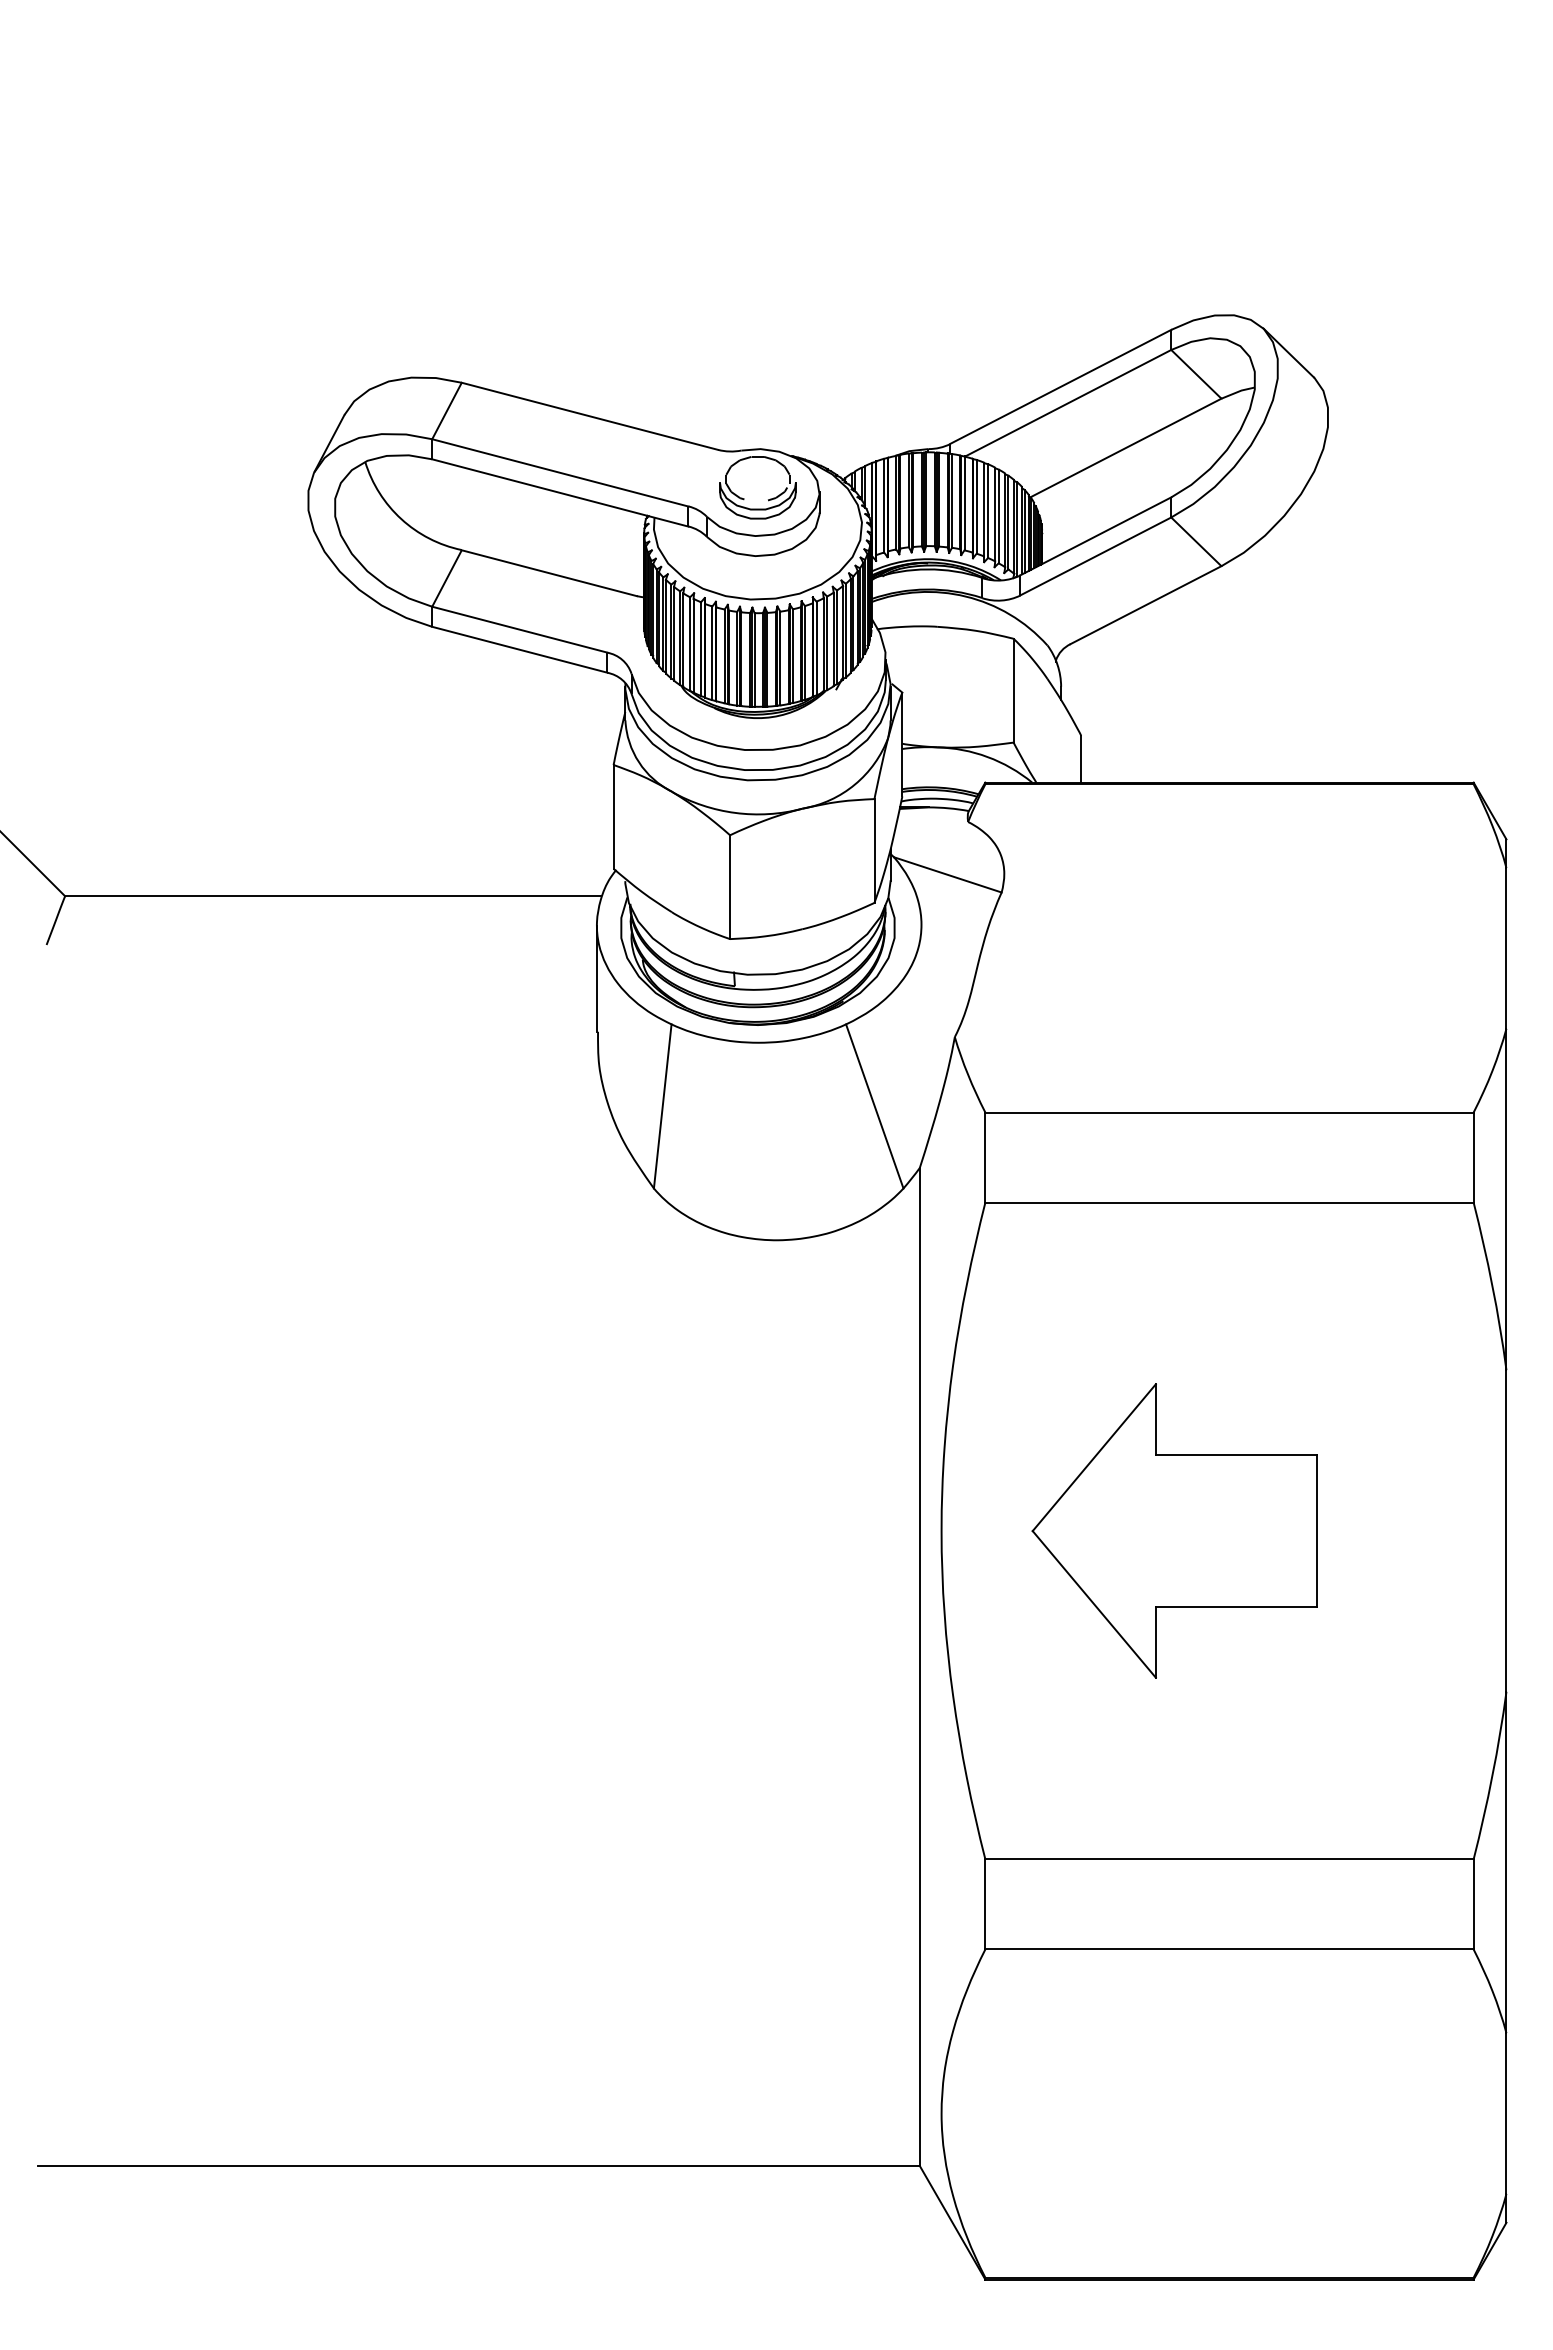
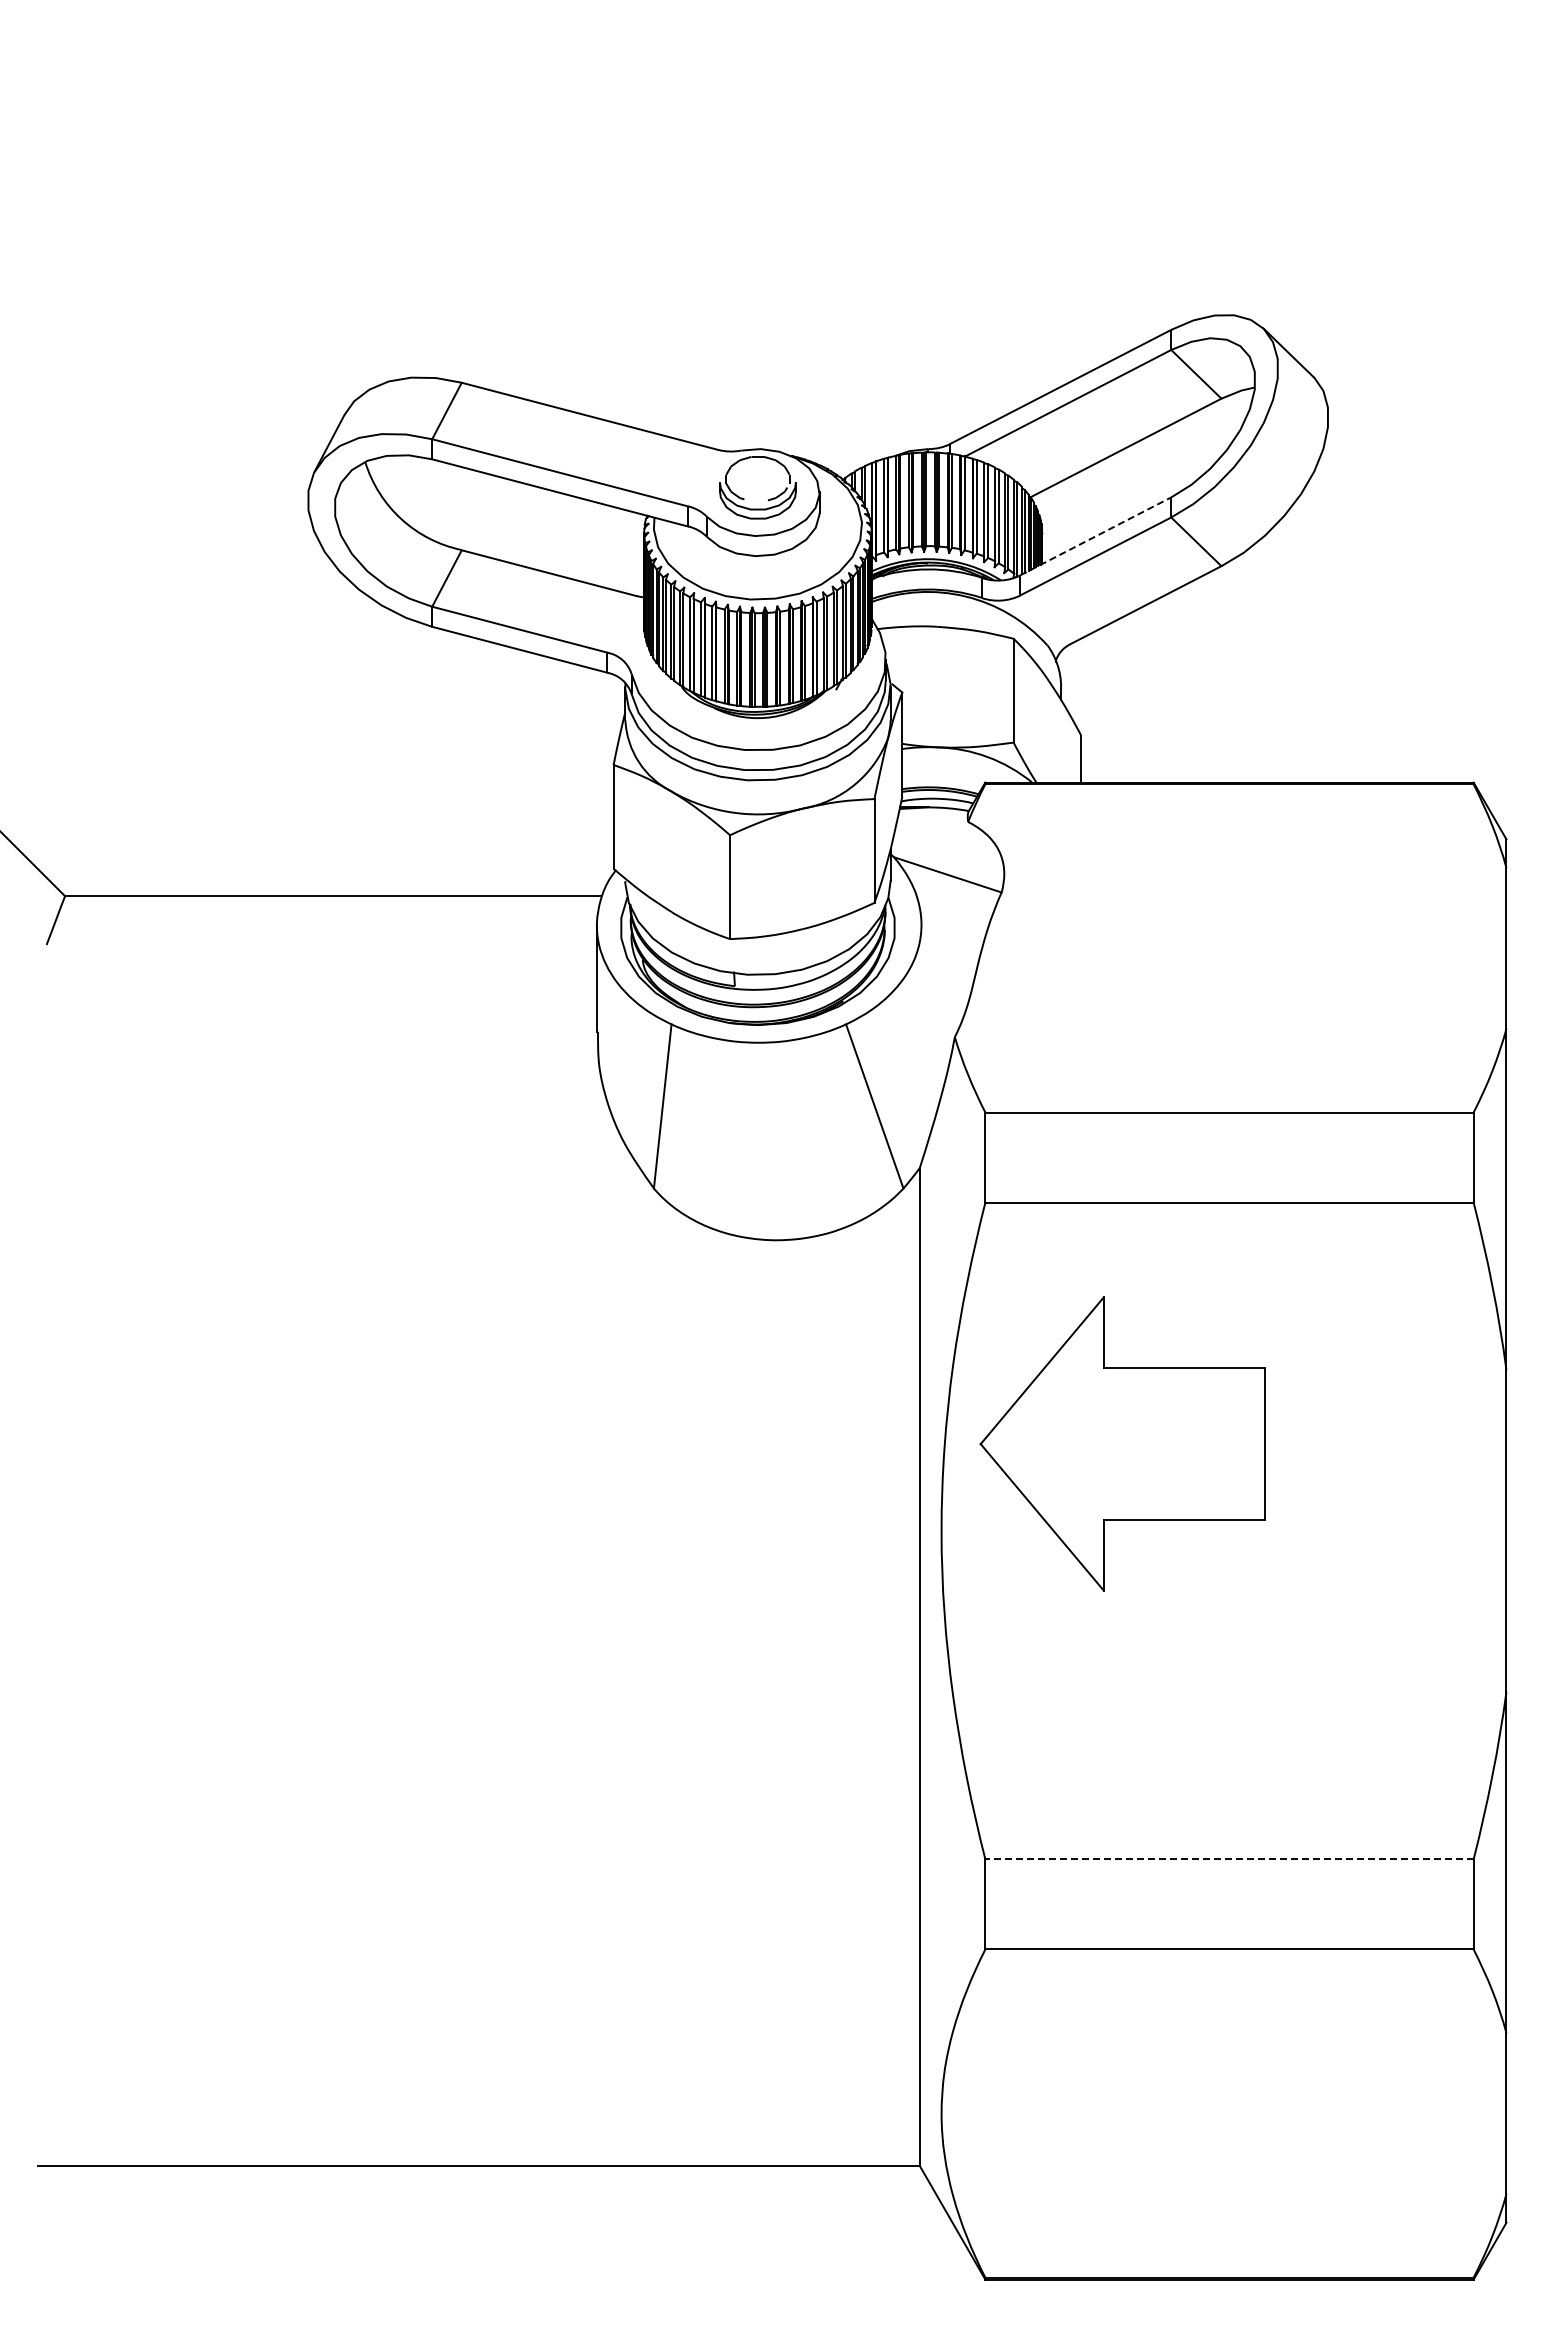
line at (1095, 536): solid -> dashed
part at (1174, 1530) position: (1174, 1530) -> (1122, 1443)
line at (1229, 1859): solid -> dashed
